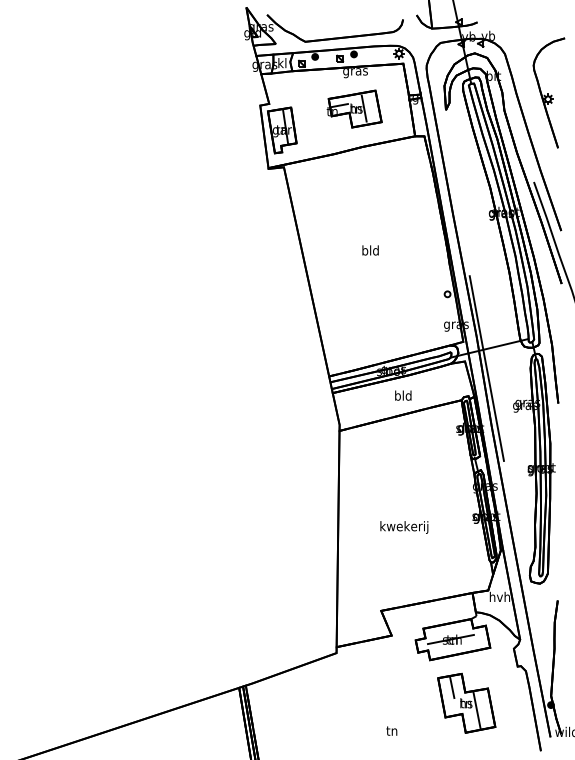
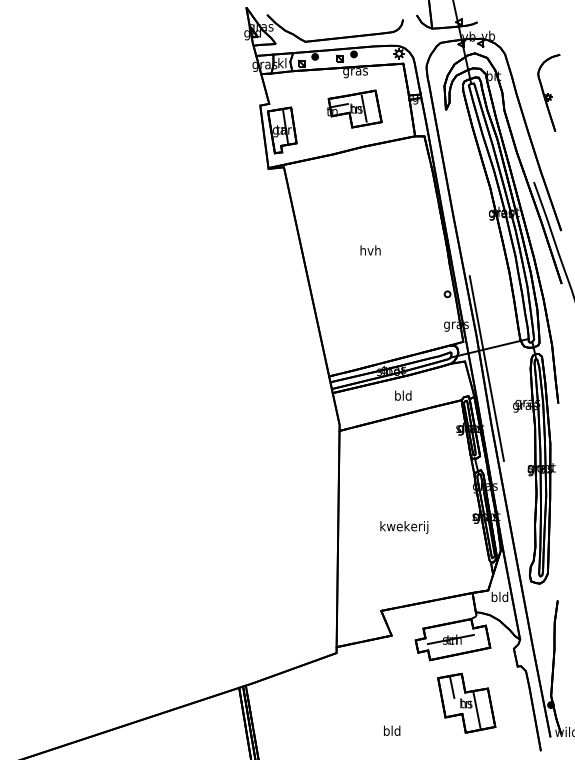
part at (548, 92) size: 34x112 px -> 24x79 px
text at (370, 250): bld -> hvh
text at (499, 596): hvh -> bld
text at (392, 730): tn -> bld
